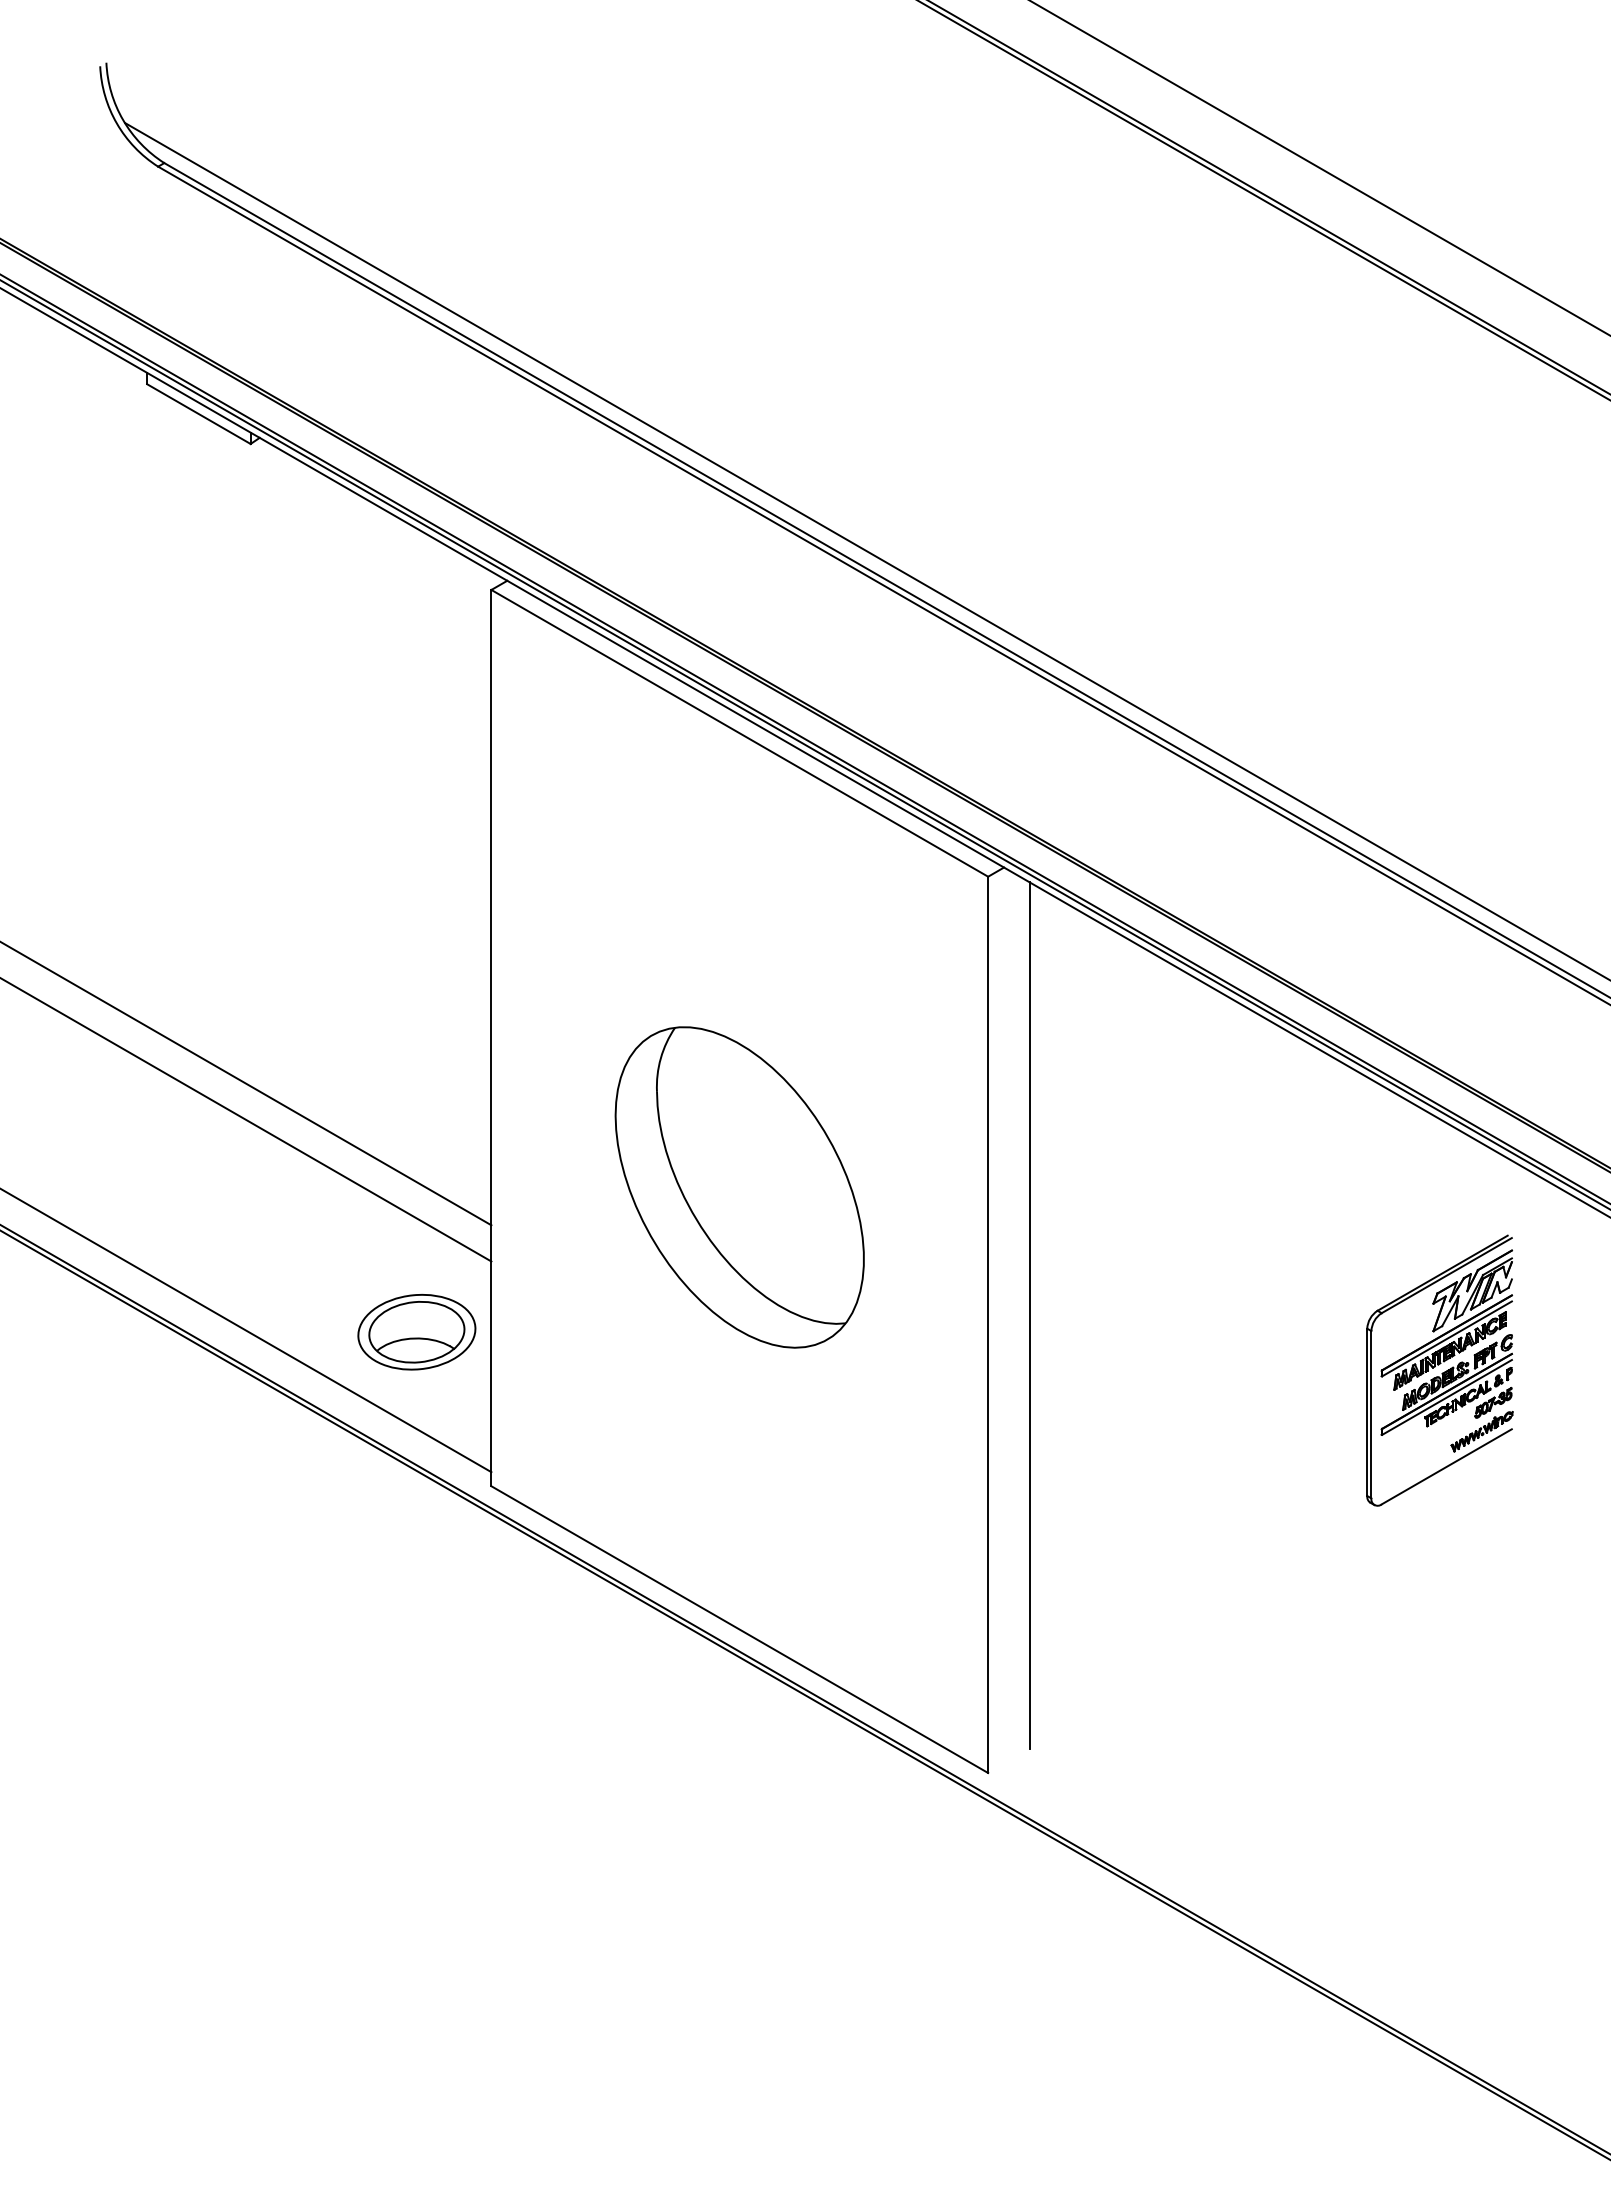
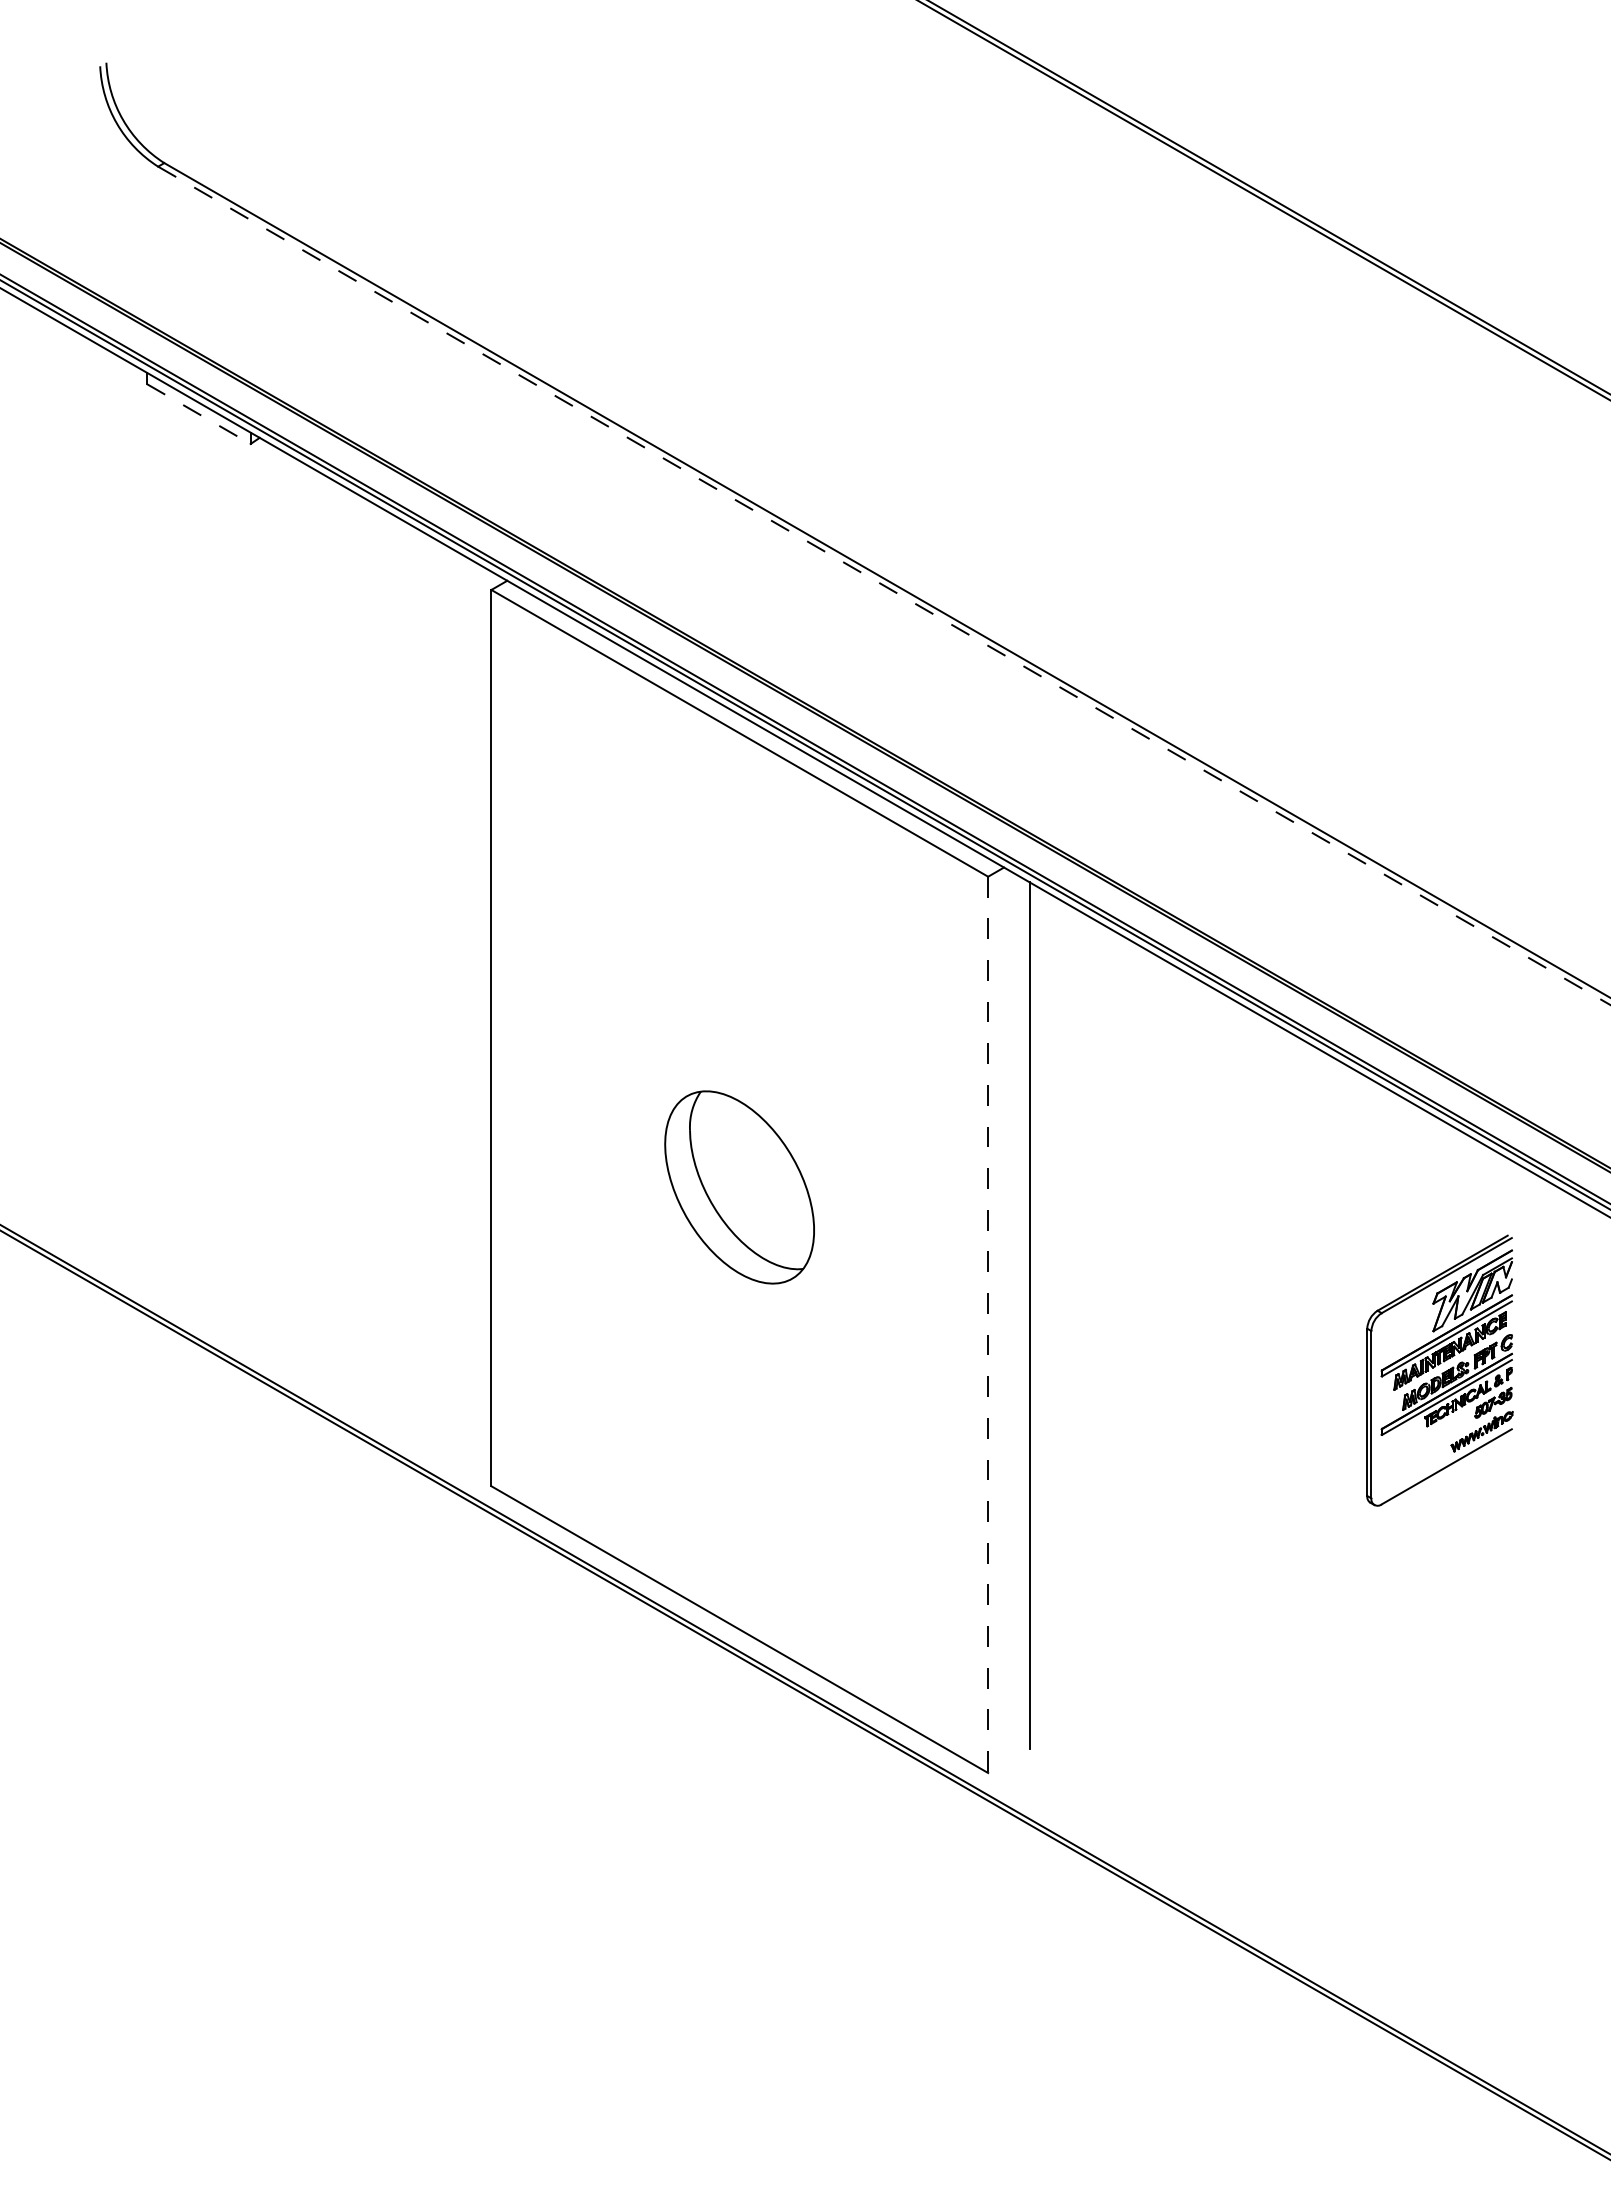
line at (1319, 168): present -> none
line at (198, 414): solid -> dashed
line at (866, 550): present -> none
line at (884, 586): solid -> dashed
line at (246, 1083): present -> none
line at (246, 1120): present -> none
part at (739, 1187) size: 251x323 px -> 151x195 px
line at (988, 1325): solid -> dashed
line at (246, 1331): present -> none
part at (416, 1332): present -> none
